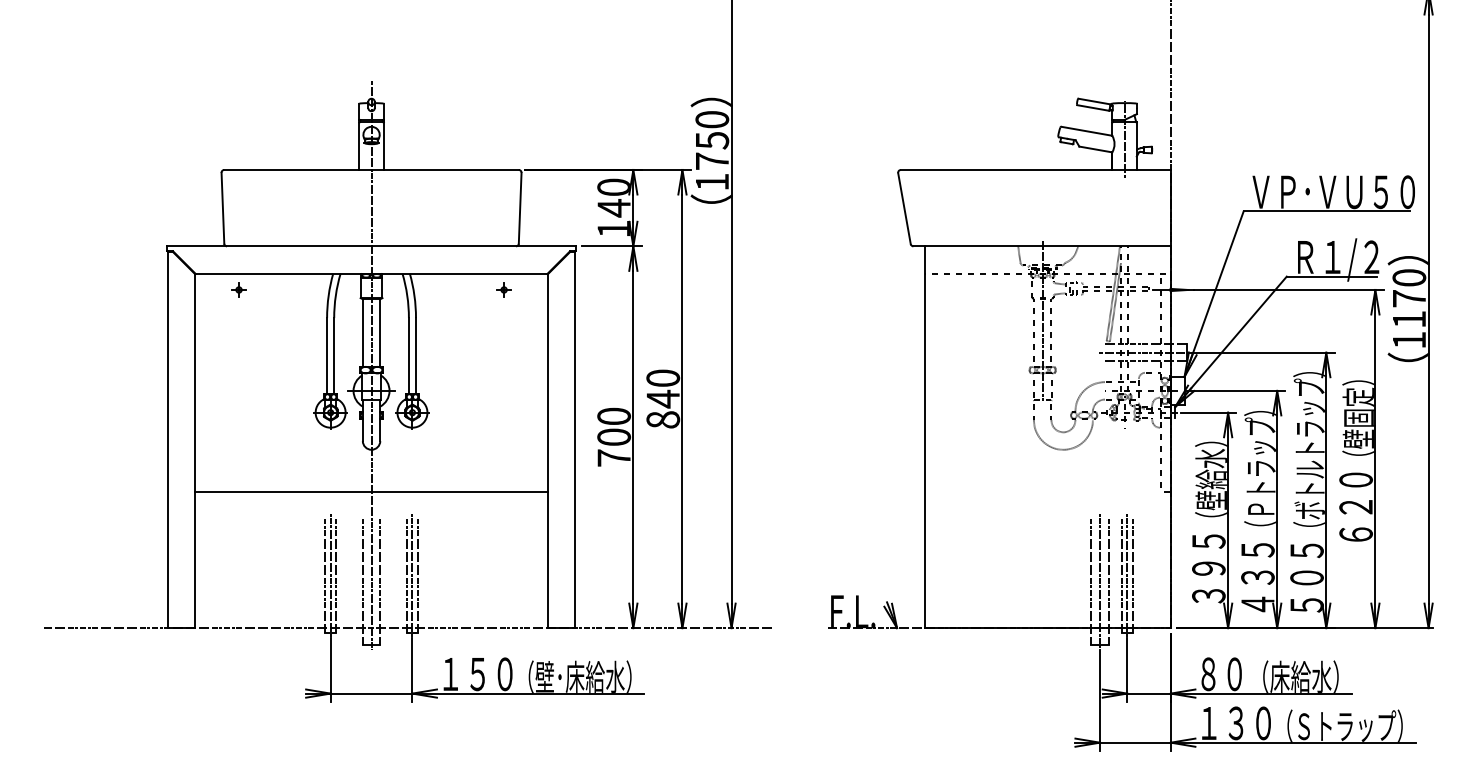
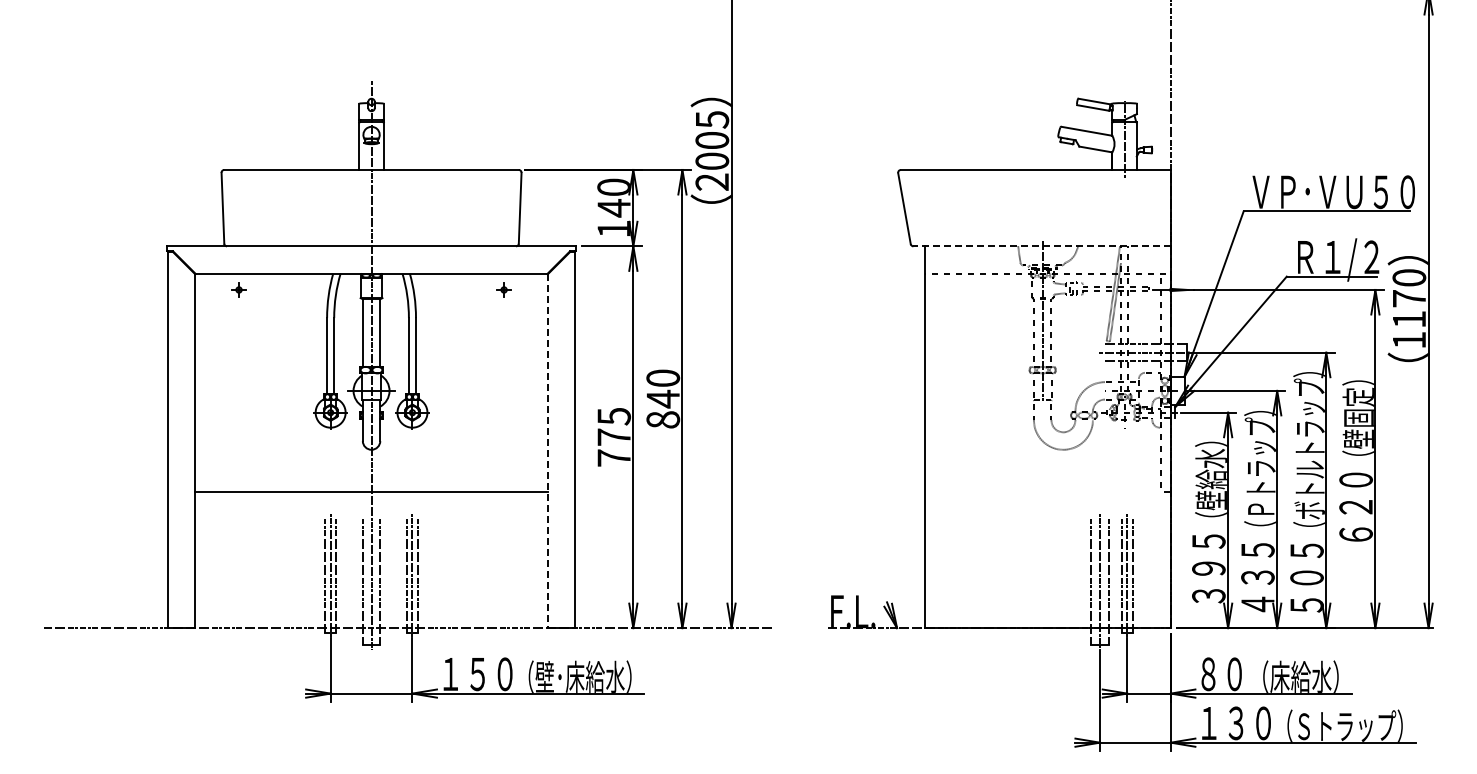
text at (712, 150): 1750 -> 2005
line at (1042, 246): solid -> dashed
text at (614, 426): 700 -> 775
line at (547, 451): solid -> dashed
